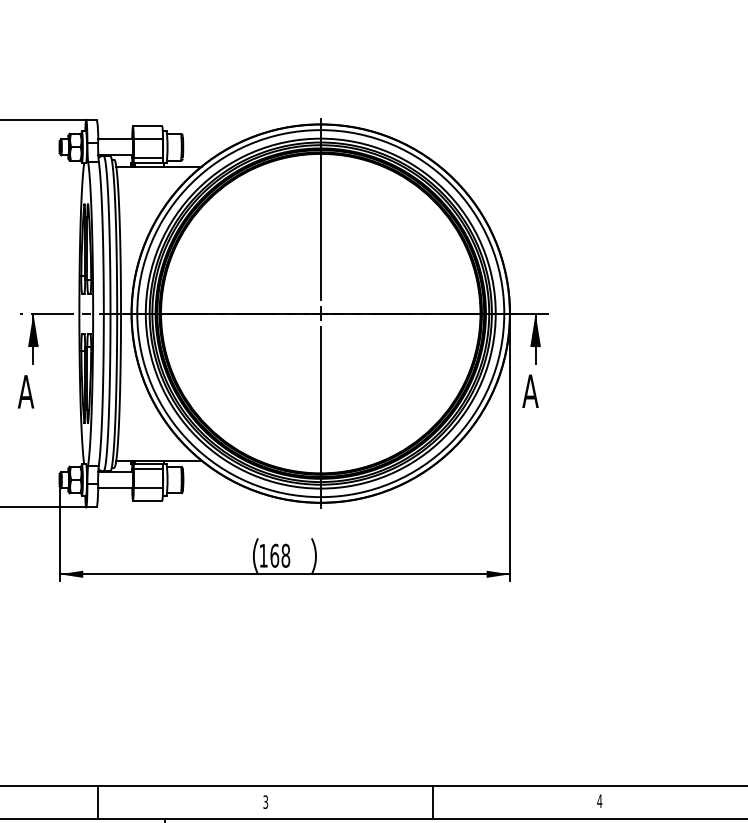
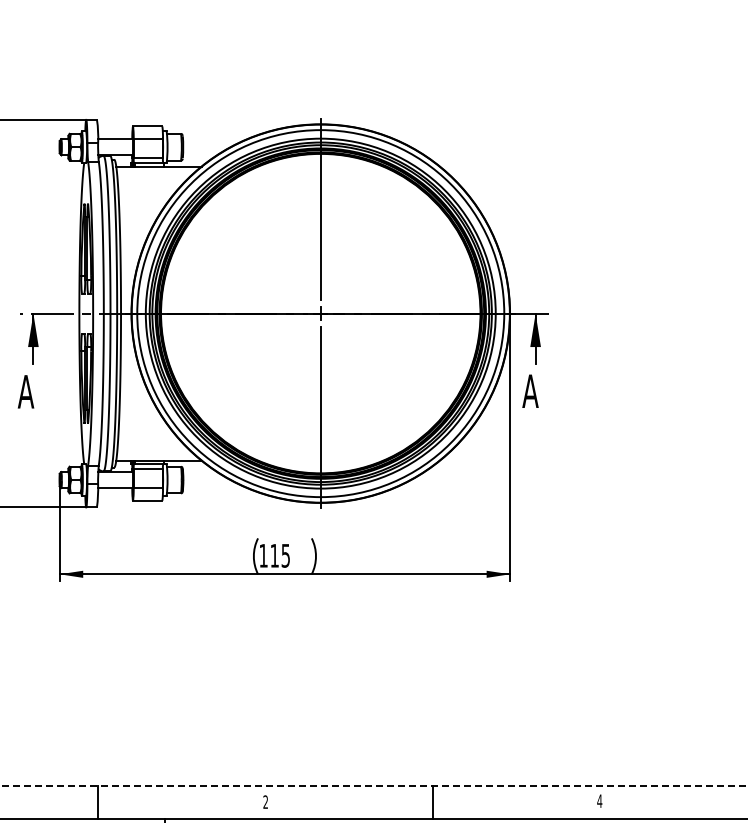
text at (280, 555): 168 -> 115
line at (374, 785): solid -> dashed
text at (265, 802): 3 -> 2
